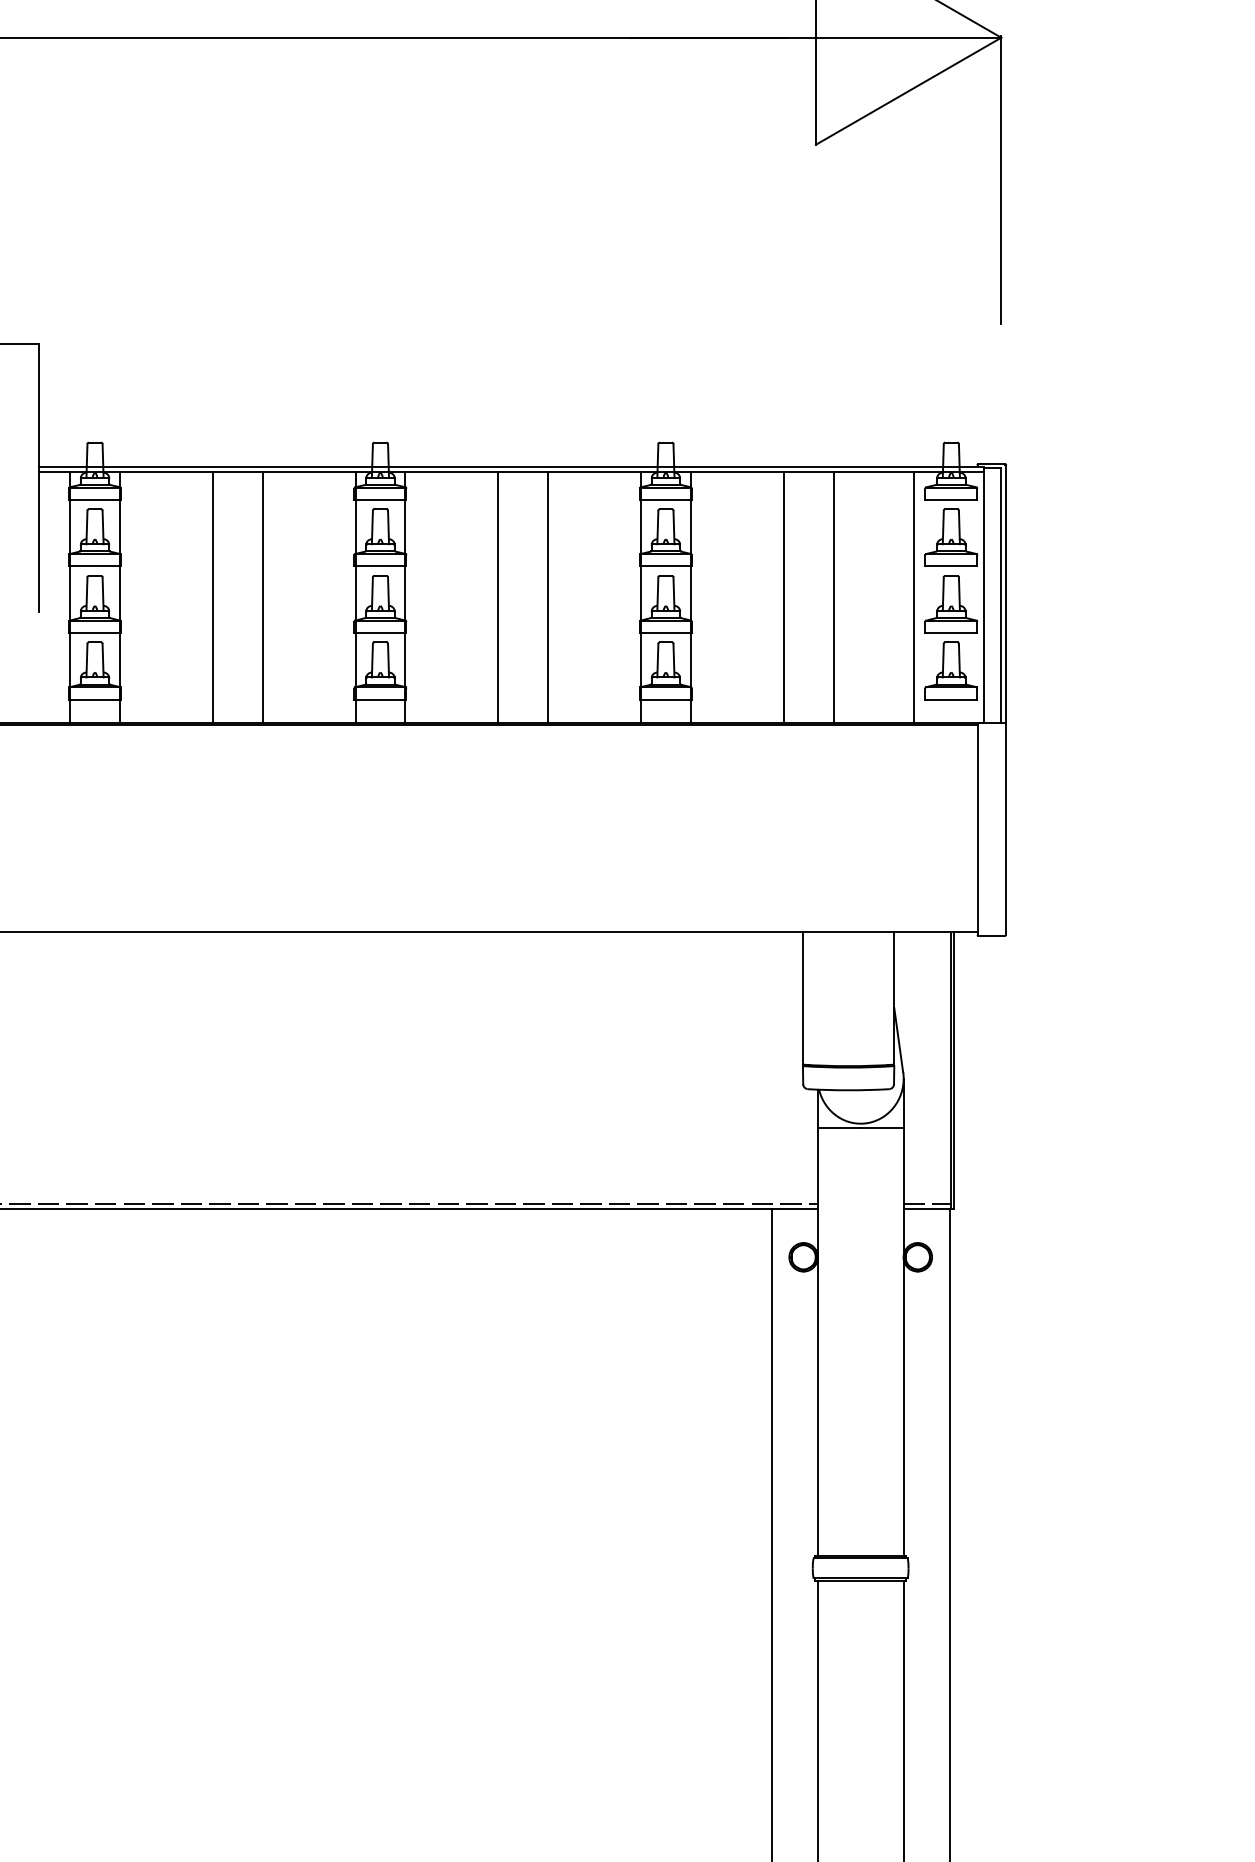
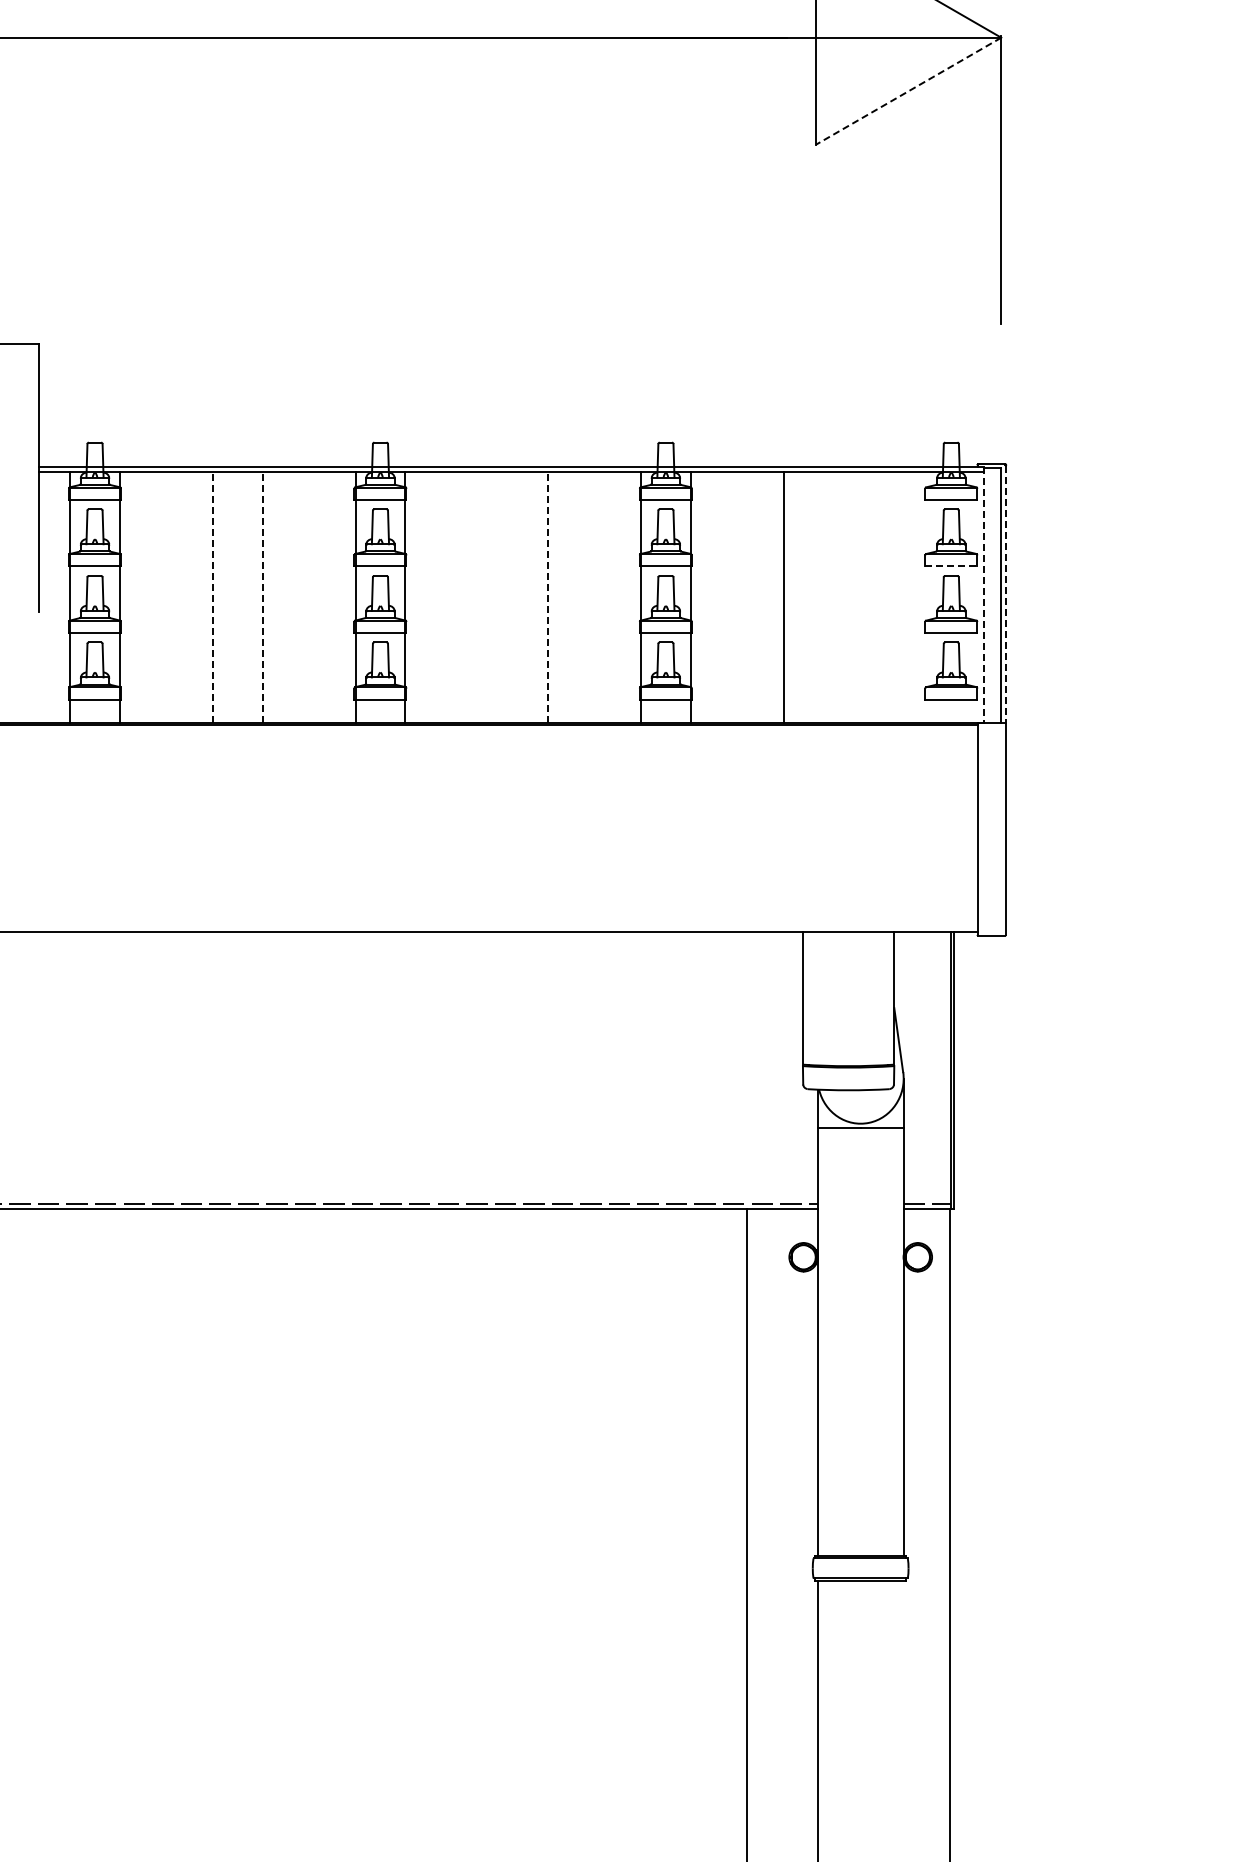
line at (908, 91): solid -> dashed
line at (951, 566): solid -> dashed
line at (1006, 594): solid -> dashed
line at (984, 595): solid -> dashed
line at (498, 596): present -> none
line at (833, 596): present -> none
line at (913, 596): present -> none
line at (212, 597): solid -> dashed
line at (262, 597): solid -> dashed
line at (548, 597): solid -> dashed
line at (771, 1533) position: (771, 1533) -> (746, 1533)
line at (903, 1719): present -> none
